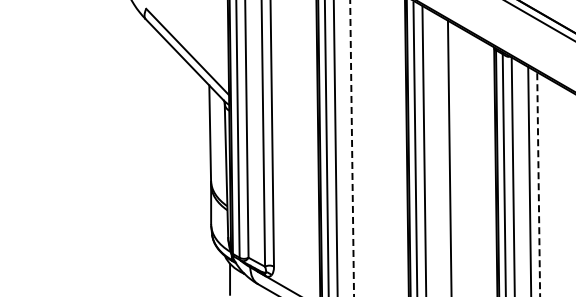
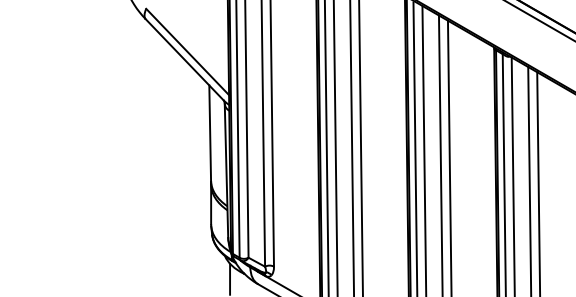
line at (360, 147): none -> present
line at (352, 148): dashed -> solid
line at (440, 154): none -> present
line at (538, 183): dashed -> solid
